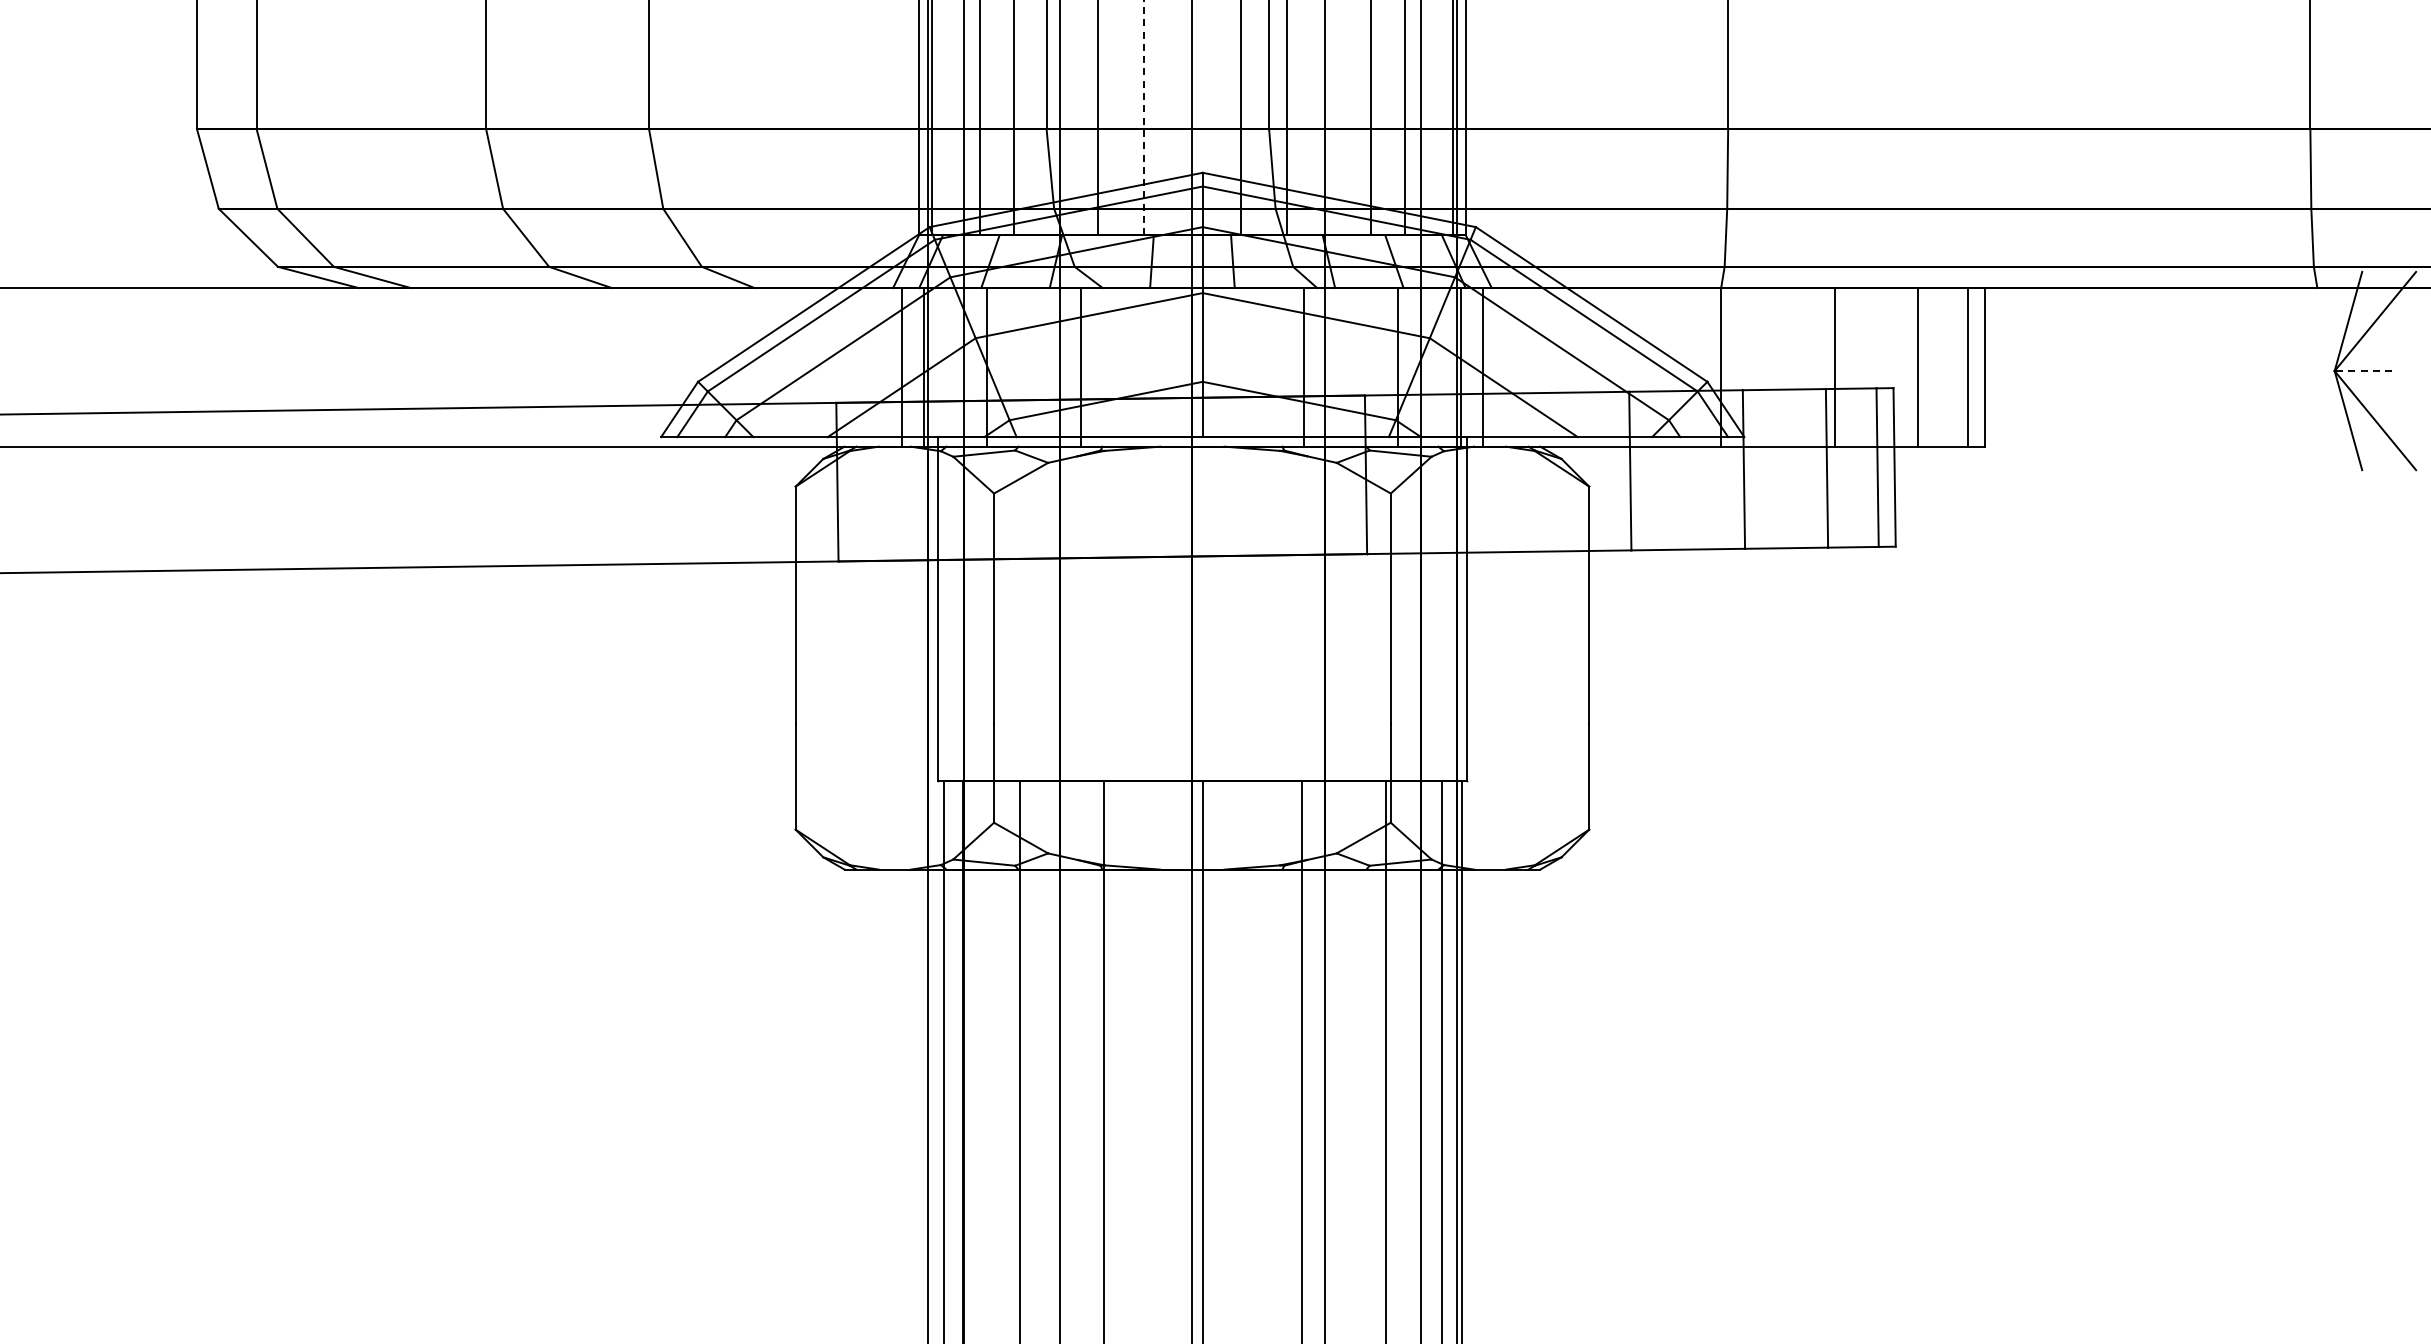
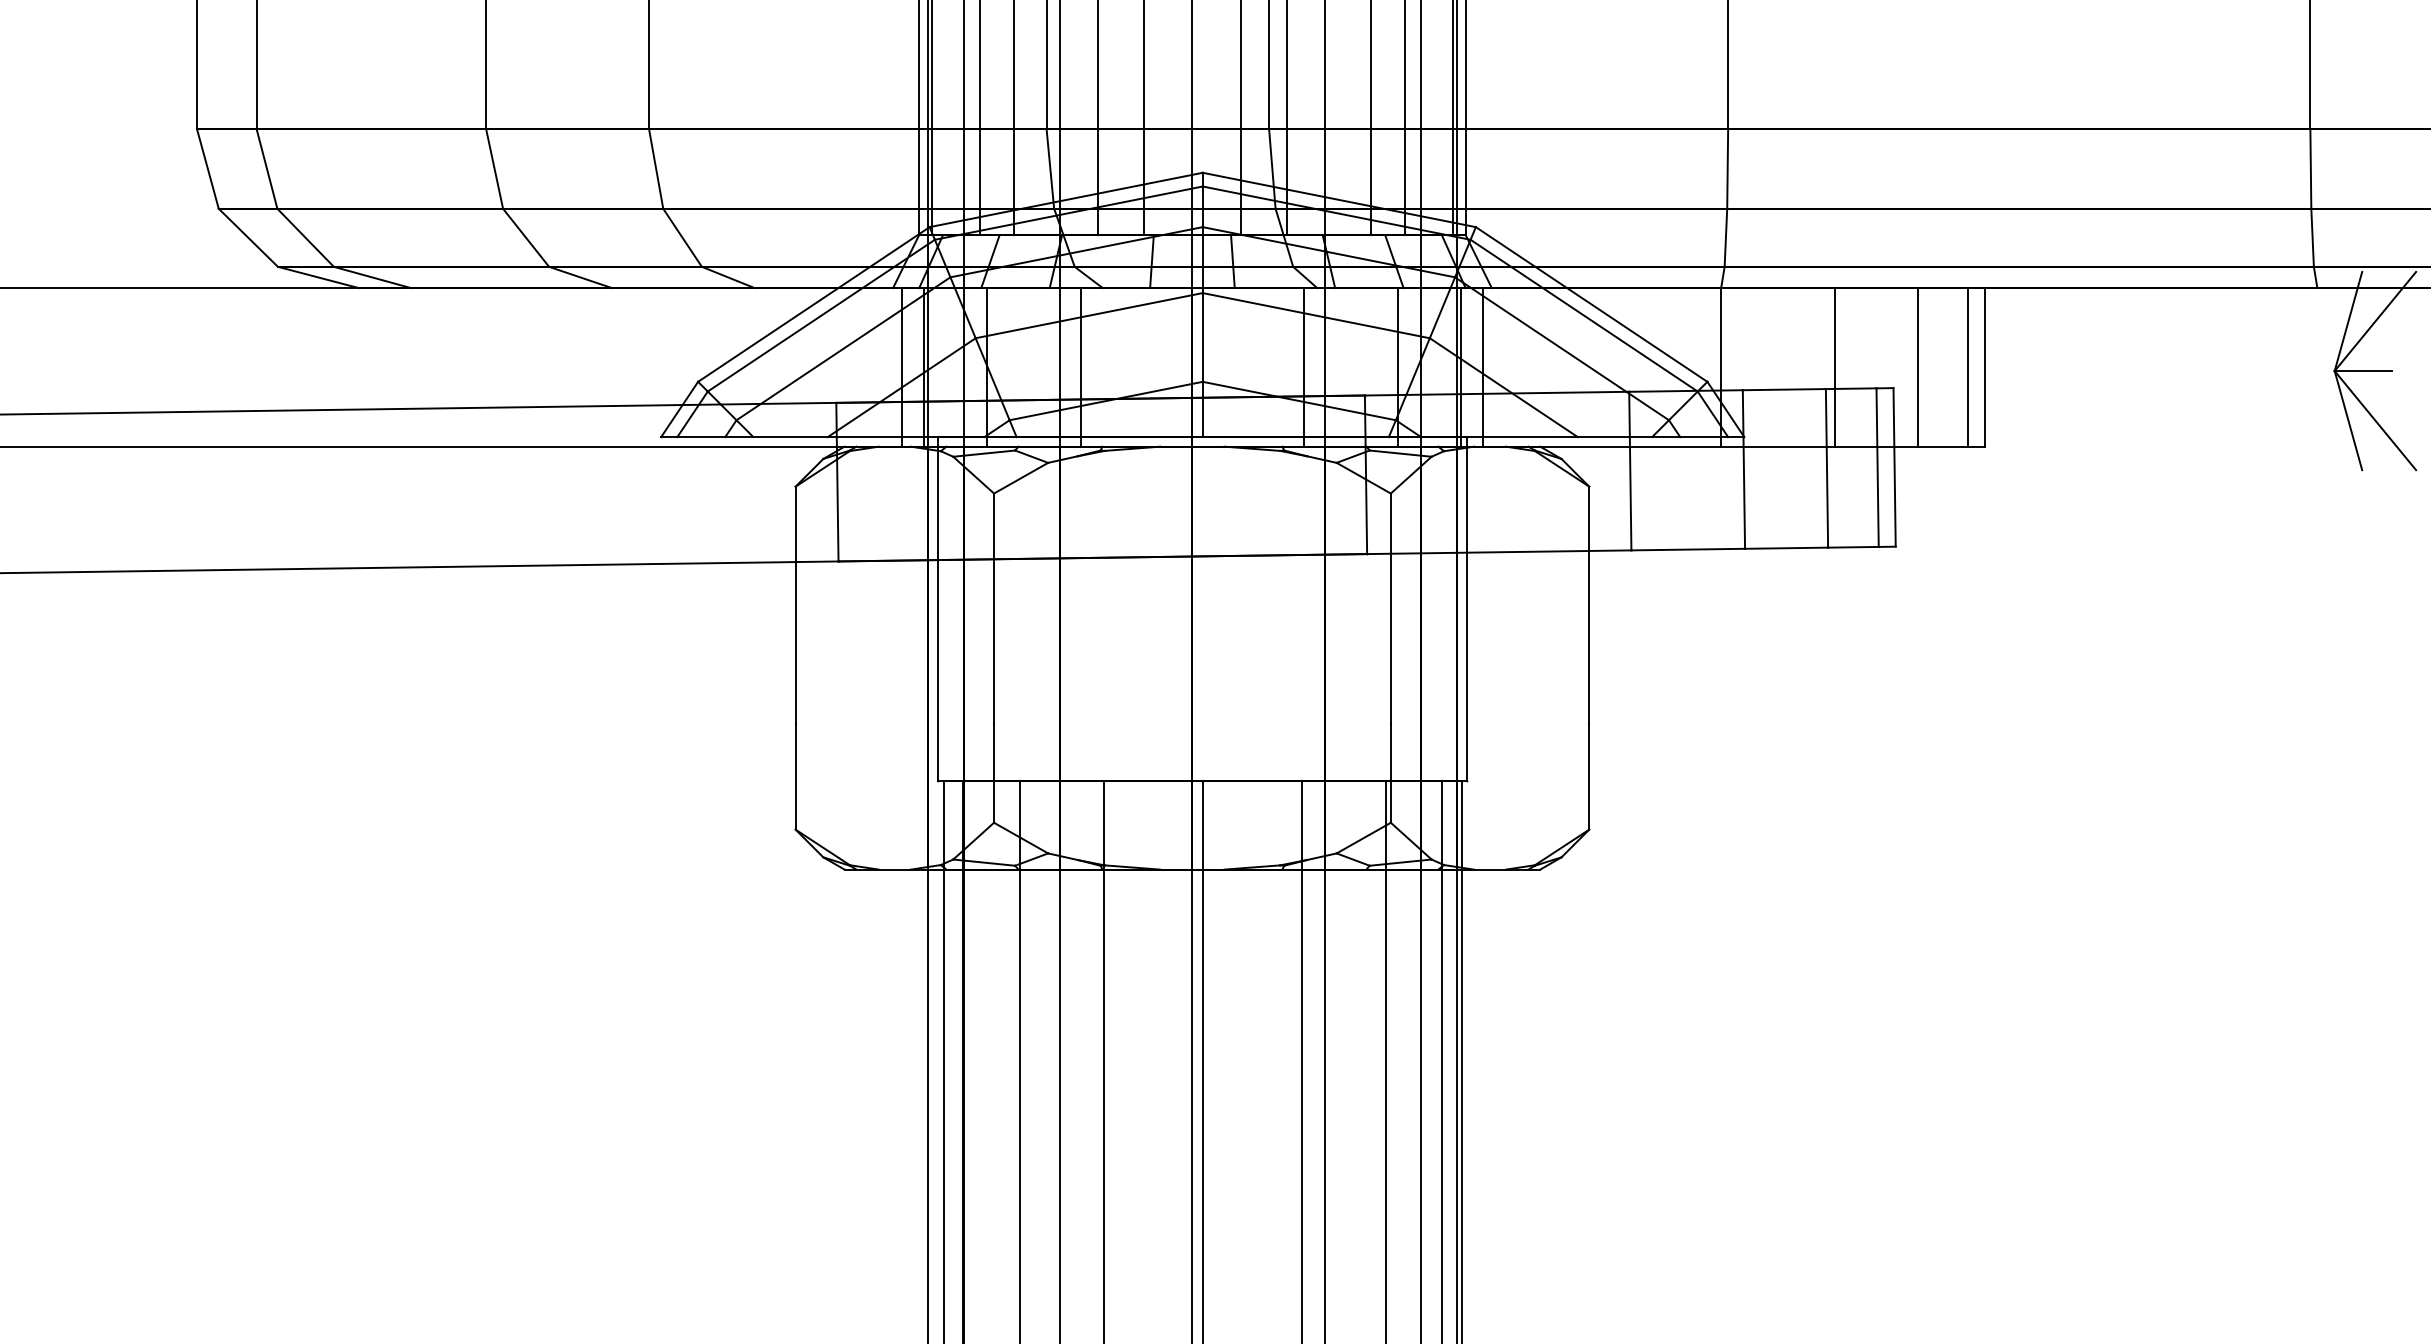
line at (1144, 117): dashed -> solid
line at (2363, 371): dashed -> solid
